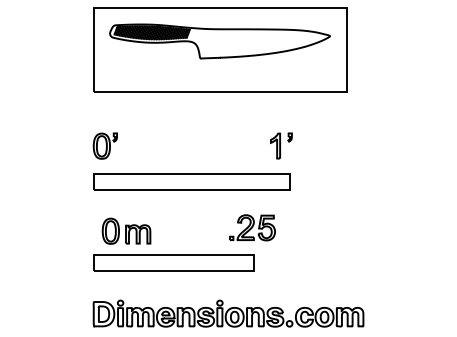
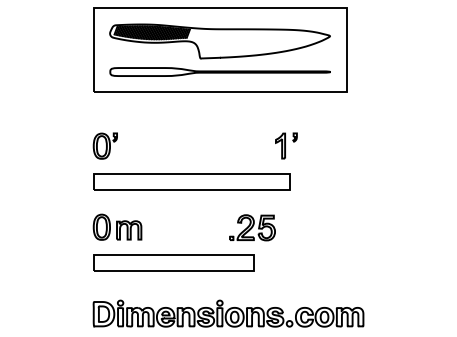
part at (219, 71): none -> present
part at (281, 145) position: (281, 145) -> (286, 145)
part at (126, 230) position: (126, 230) -> (117, 226)
